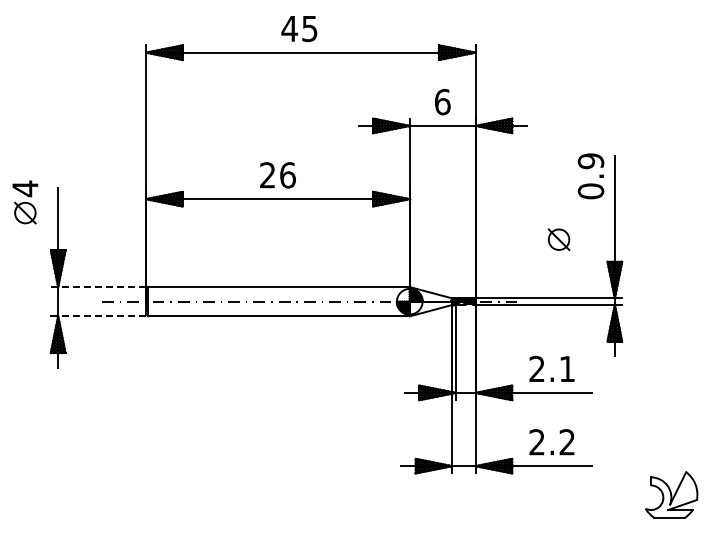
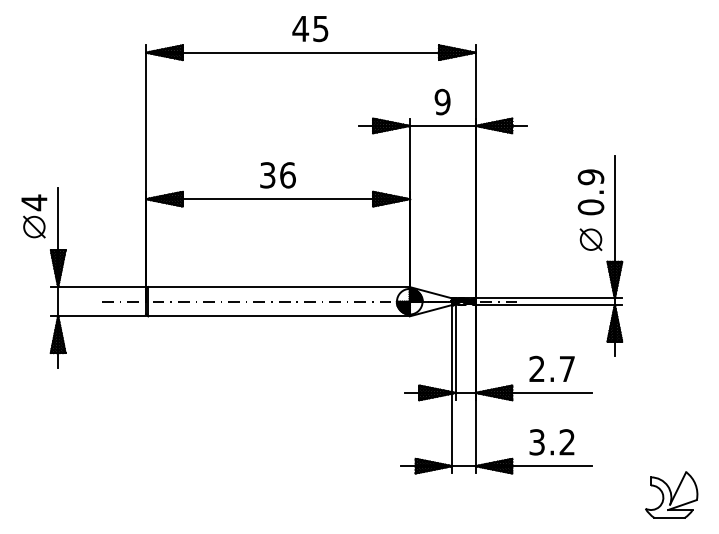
text at (299, 29) position: (299, 29) -> (310, 29)
text at (442, 101): 6 -> 9
text at (267, 175): 26 -> 36
text at (590, 176) position: (590, 176) -> (590, 192)
part at (25, 202) position: (25, 202) -> (34, 216)
part at (558, 239) position: (558, 239) -> (590, 239)
line at (98, 287): dashed -> solid
line at (102, 316): dashed -> solid
text at (567, 368): 2.1 -> 2.7
text at (536, 442): 2.2 -> 3.2
